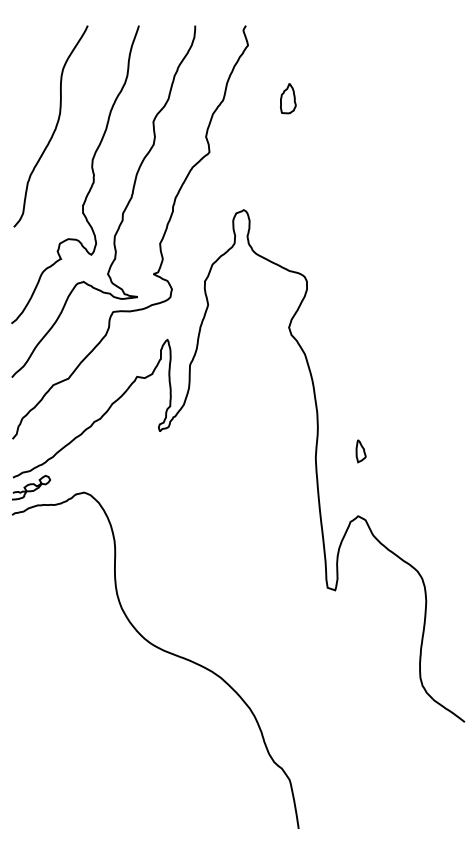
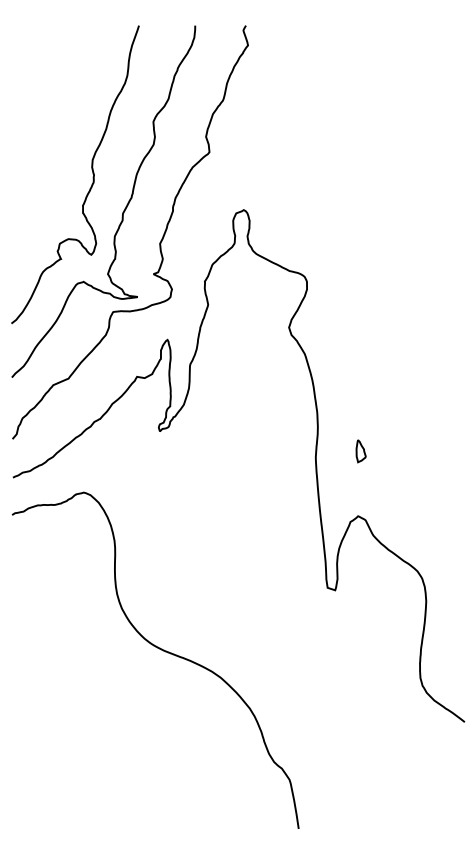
part at (288, 98): present -> none
curve at (54, 128): present -> none
part at (31, 487): present -> none
